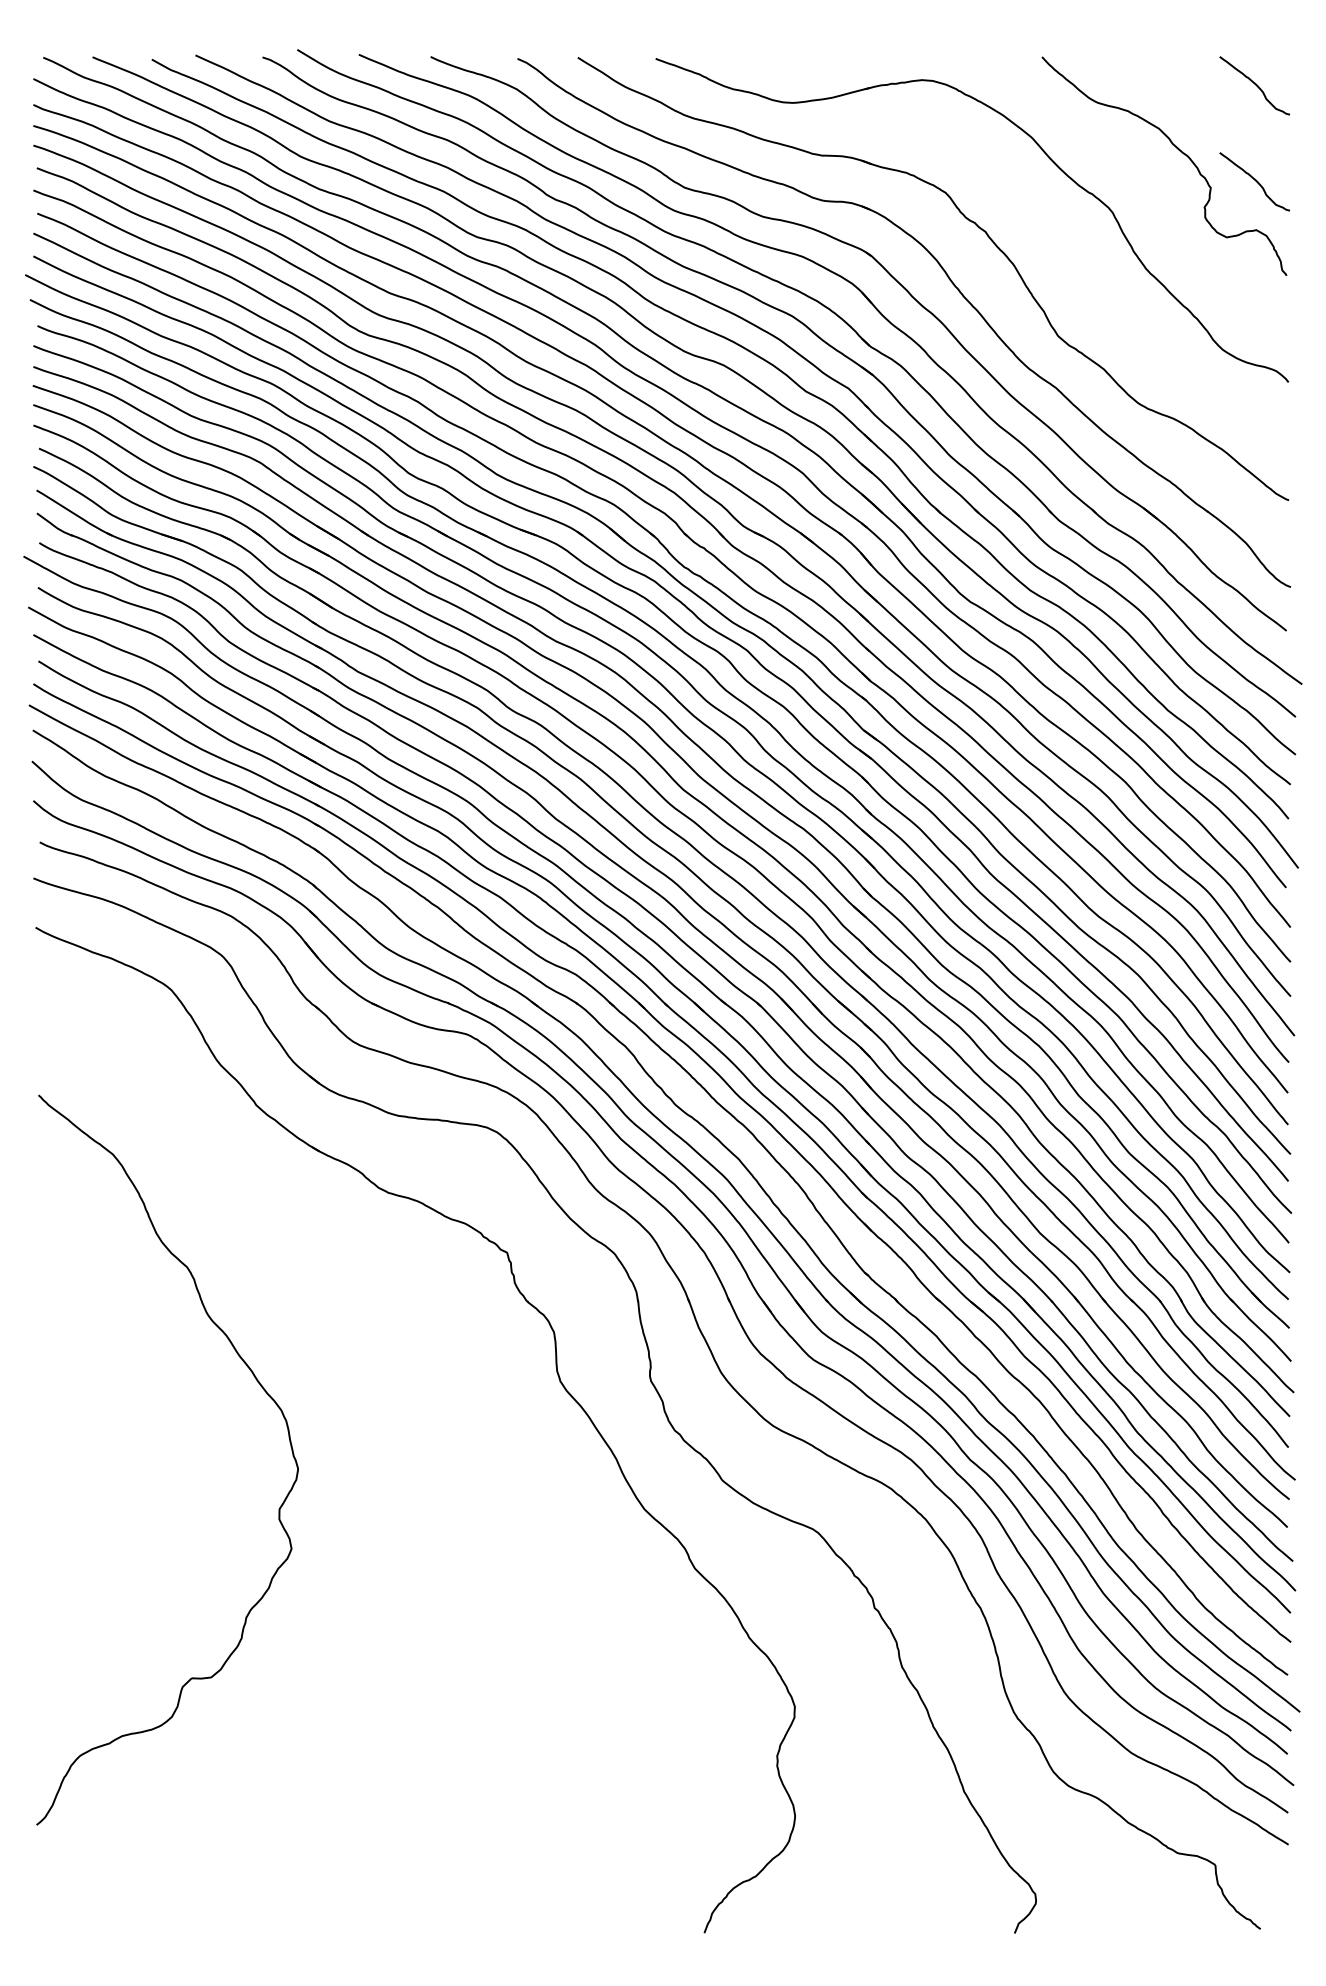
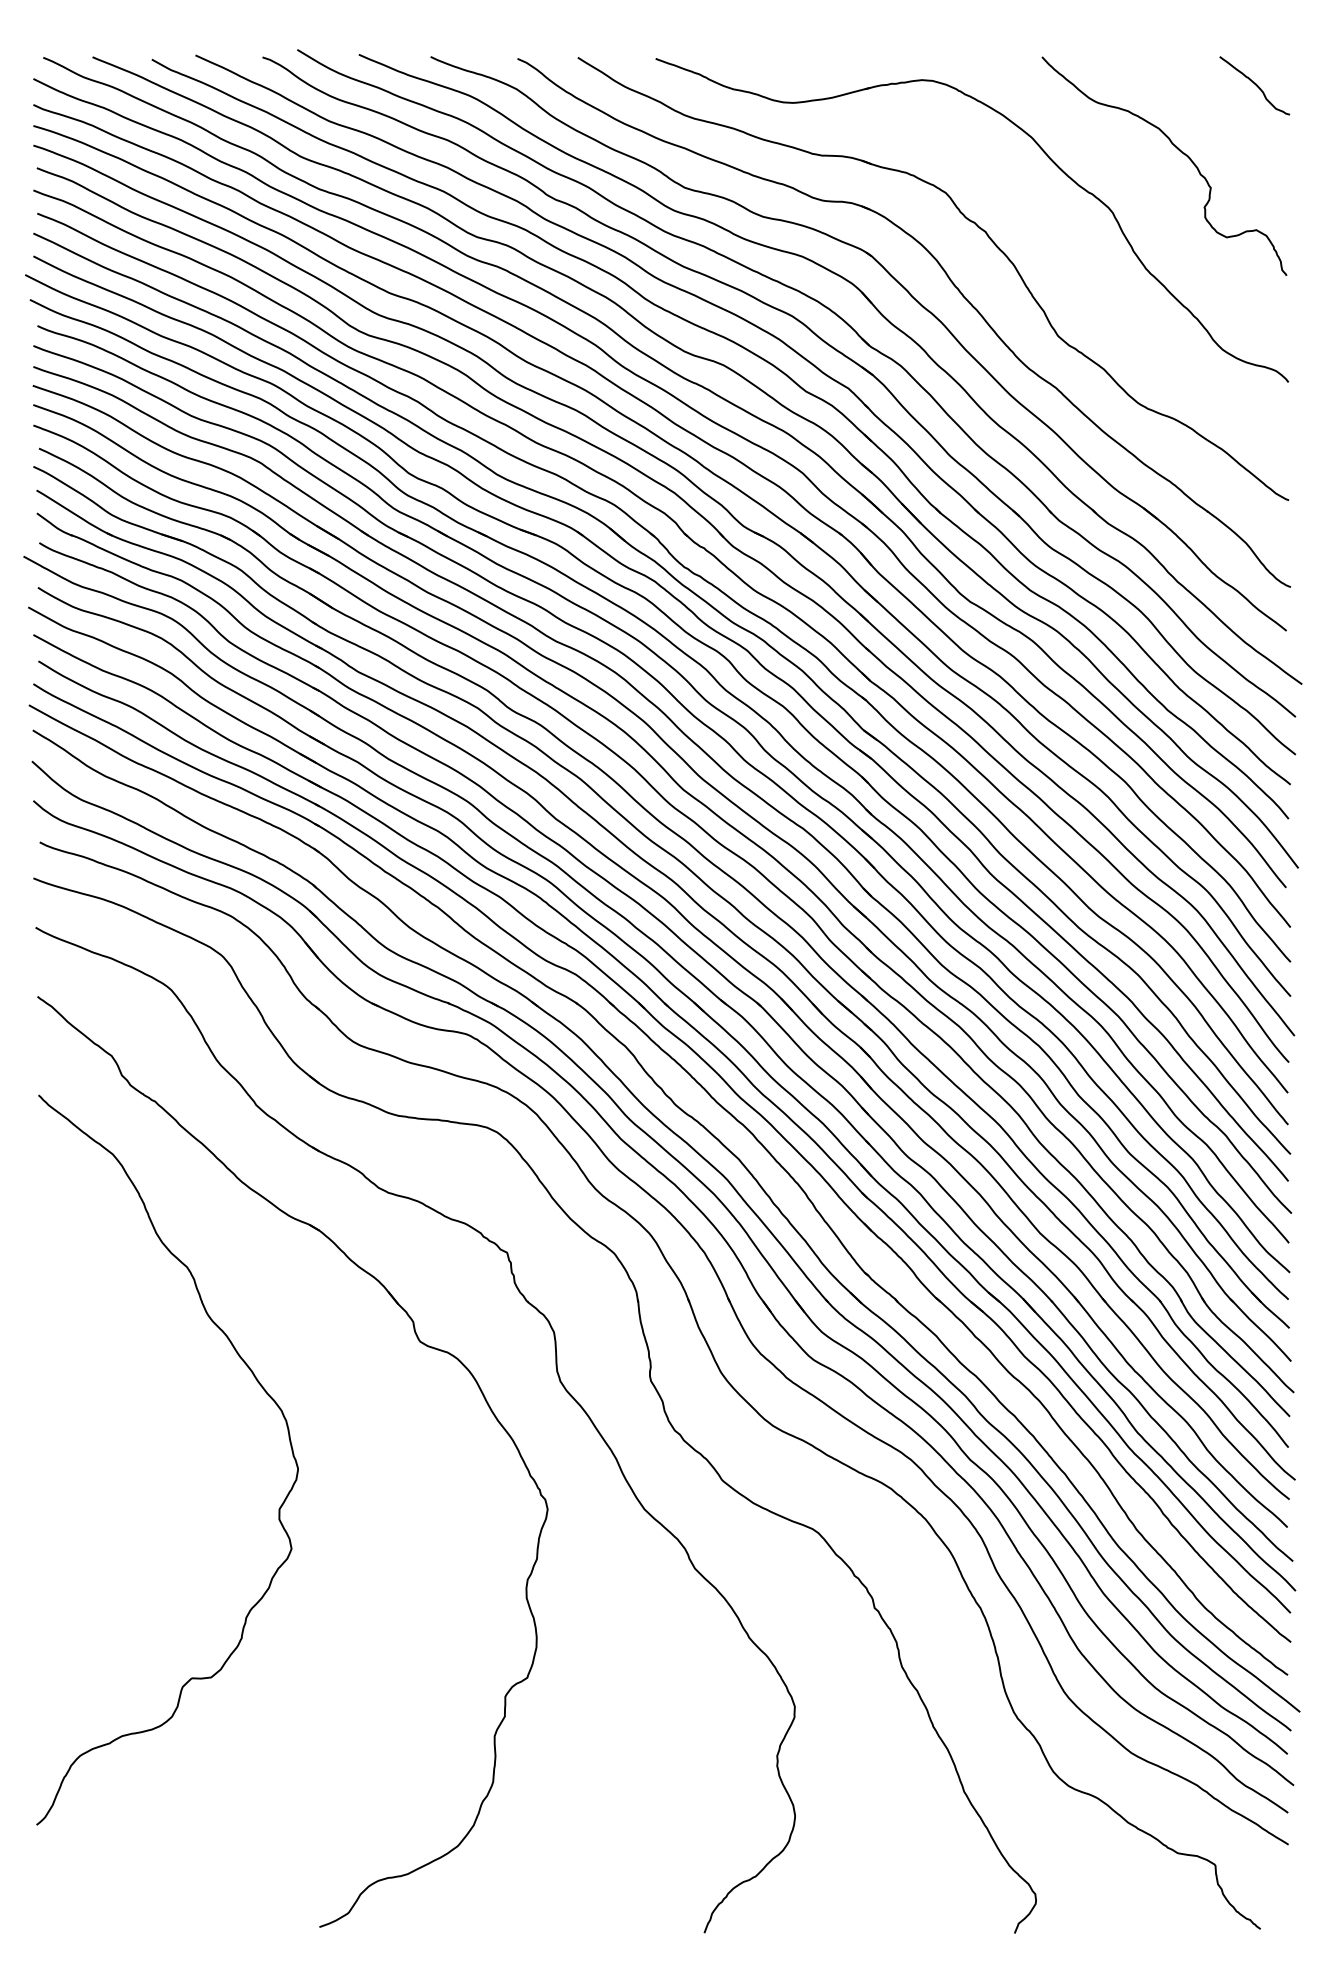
curve at (1254, 180): present -> none
part at (419, 1342): none -> present
